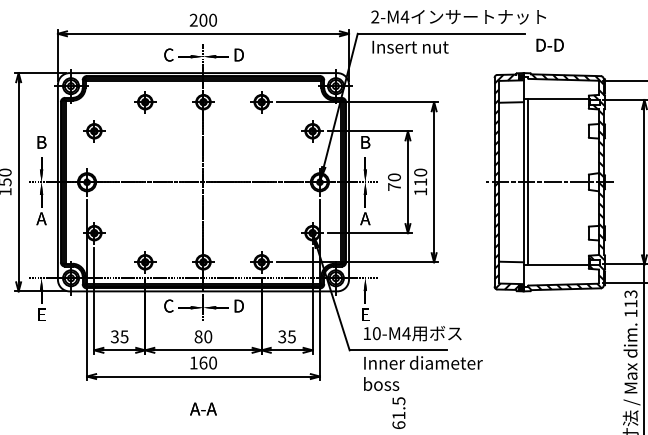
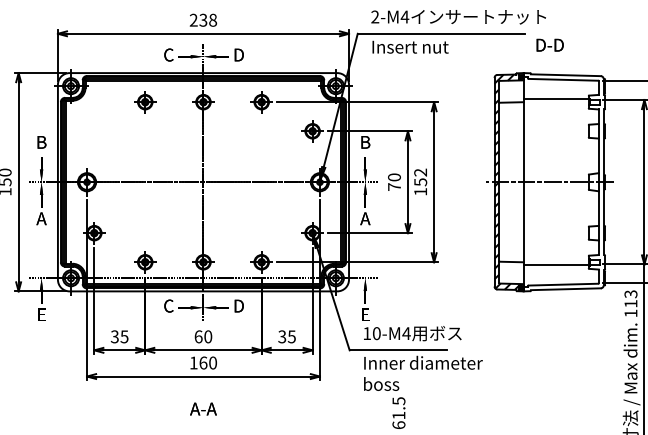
text at (208, 19): 200 -> 238
part at (94, 131): present -> none
text at (420, 177): 110 -> 152
line at (528, 182): present -> none
hatch at (564, 182): present -> none
text at (198, 336): 80 -> 60
